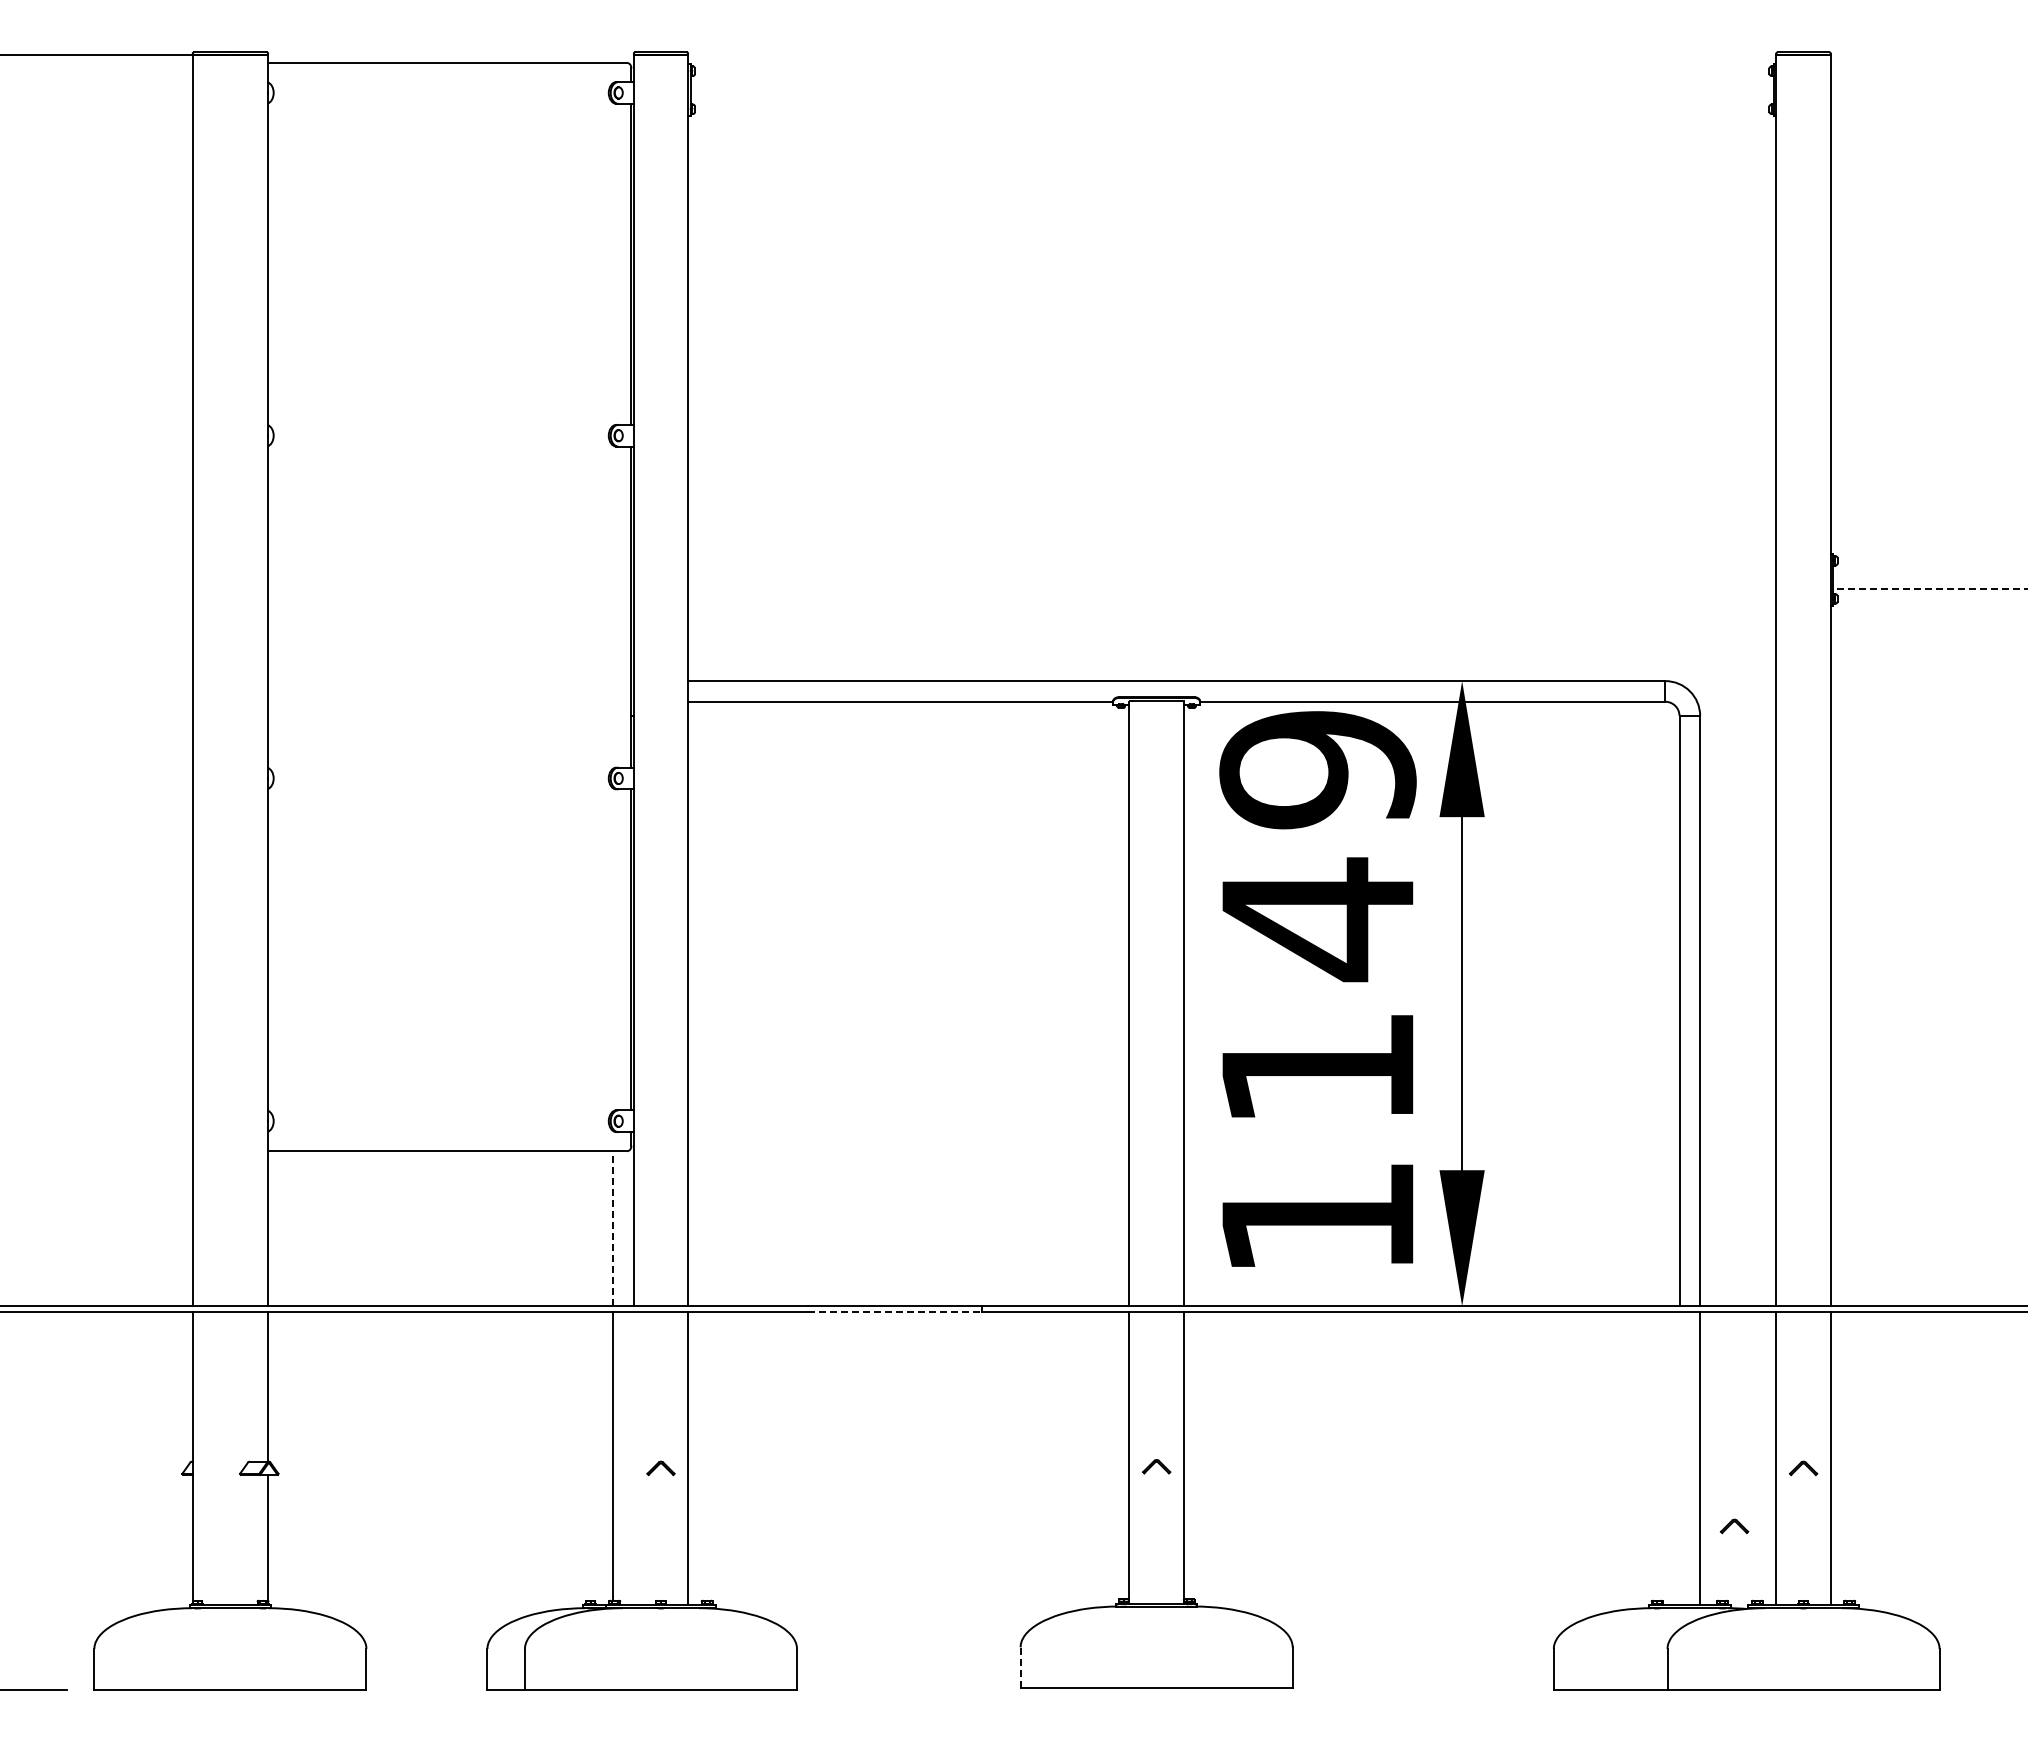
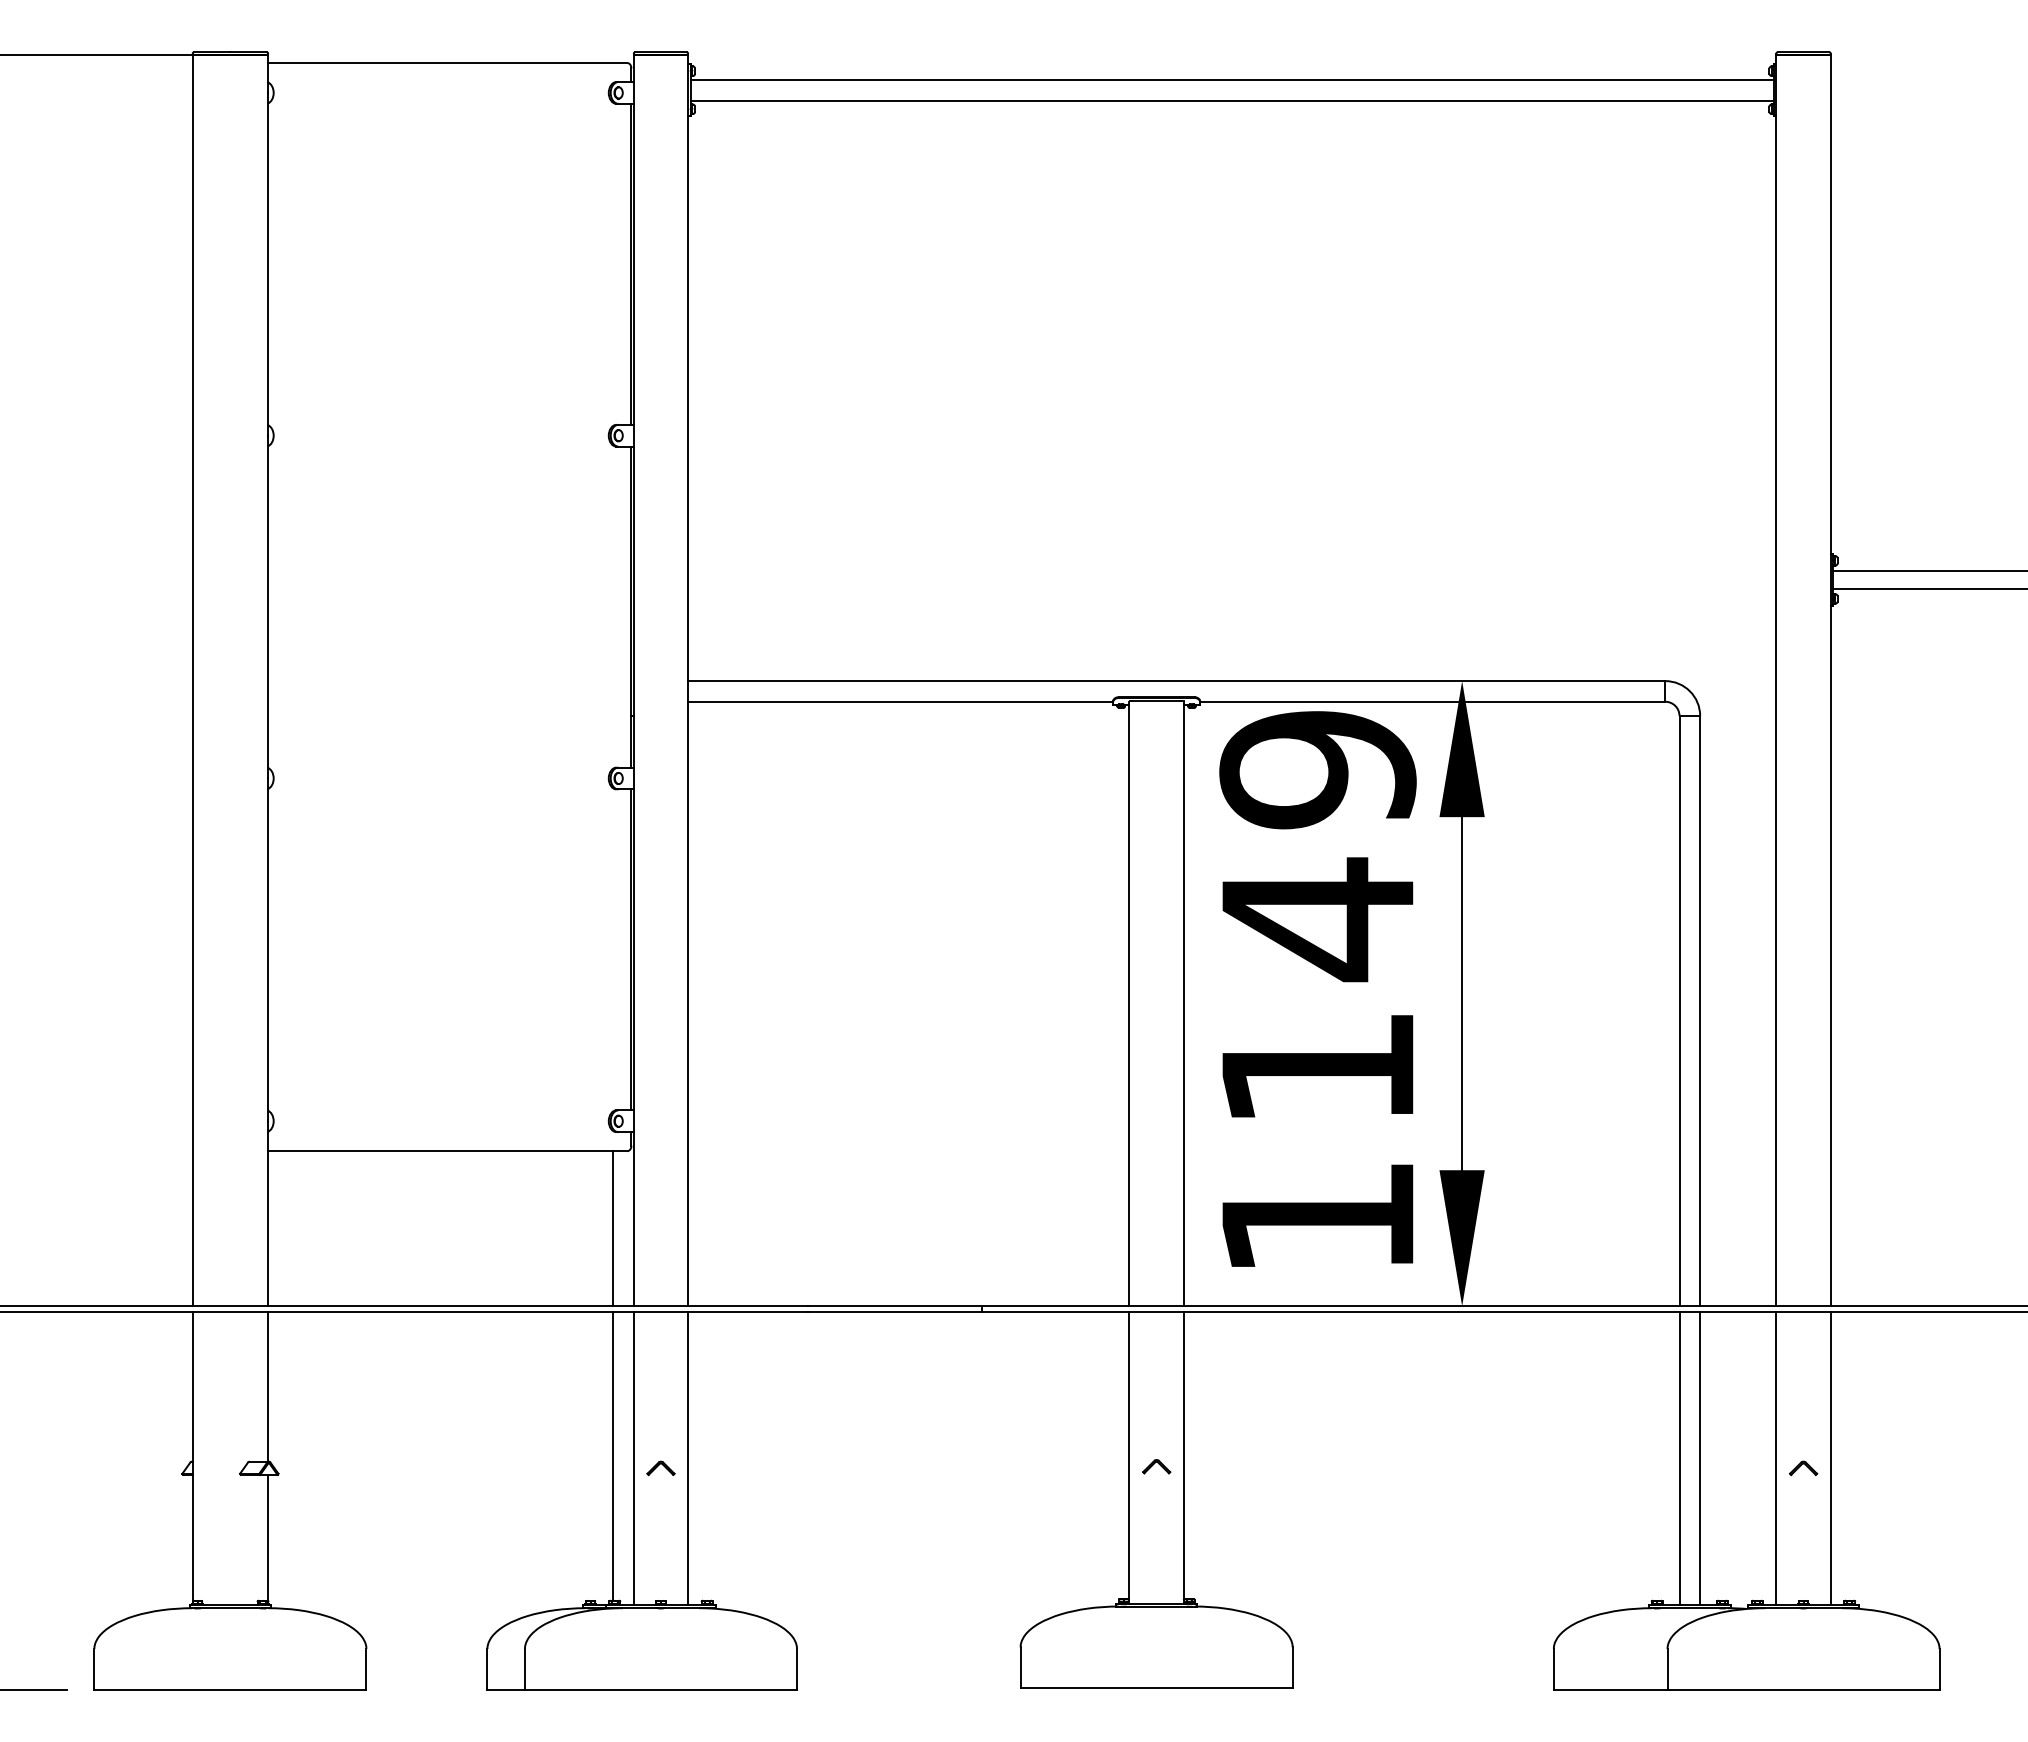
line at (1231, 79): none -> present
line at (1231, 100): none -> present
line at (1928, 570): none -> present
line at (1930, 589): dashed -> solid
line at (613, 1228): dashed -> solid
line at (895, 1311): dashed -> solid
line at (633, 1458): none -> present
line at (1679, 1458): none -> present
part at (1734, 1526): present -> none
line at (1020, 1667): dashed -> solid
